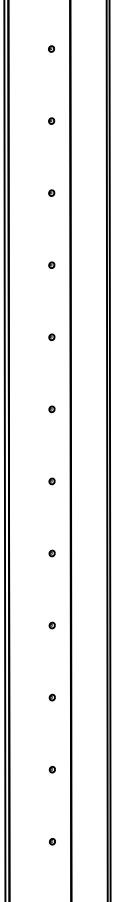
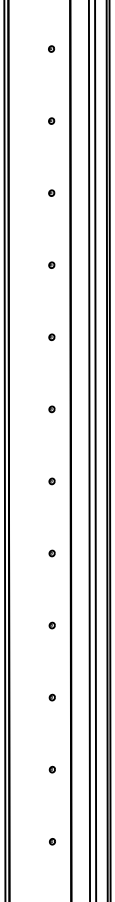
line at (89, 450): none -> present
line at (95, 450): none -> present
